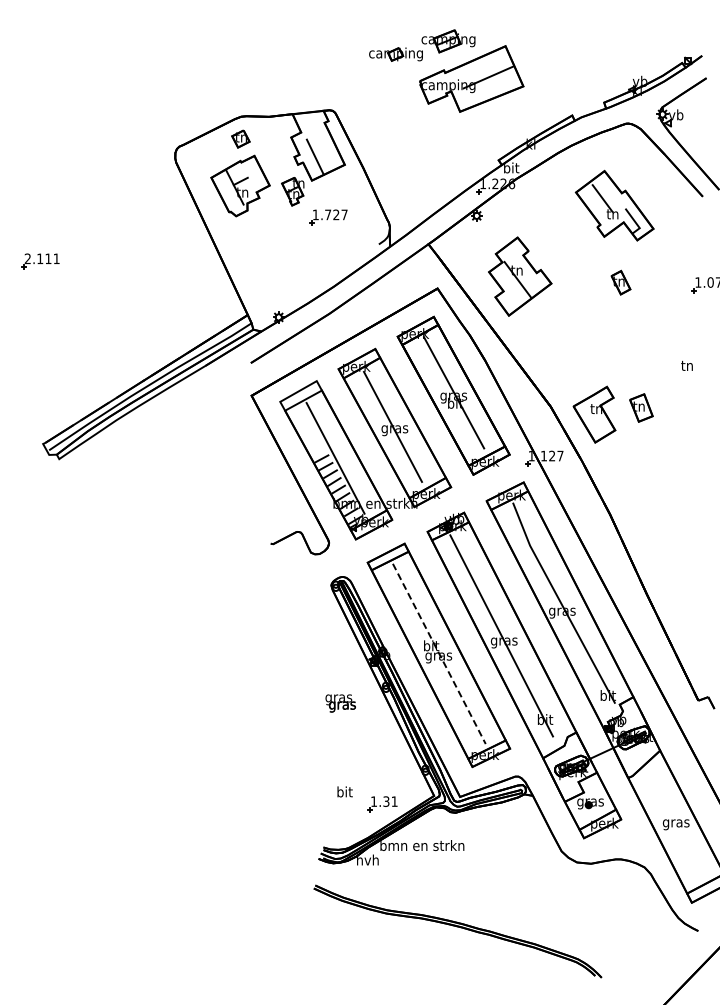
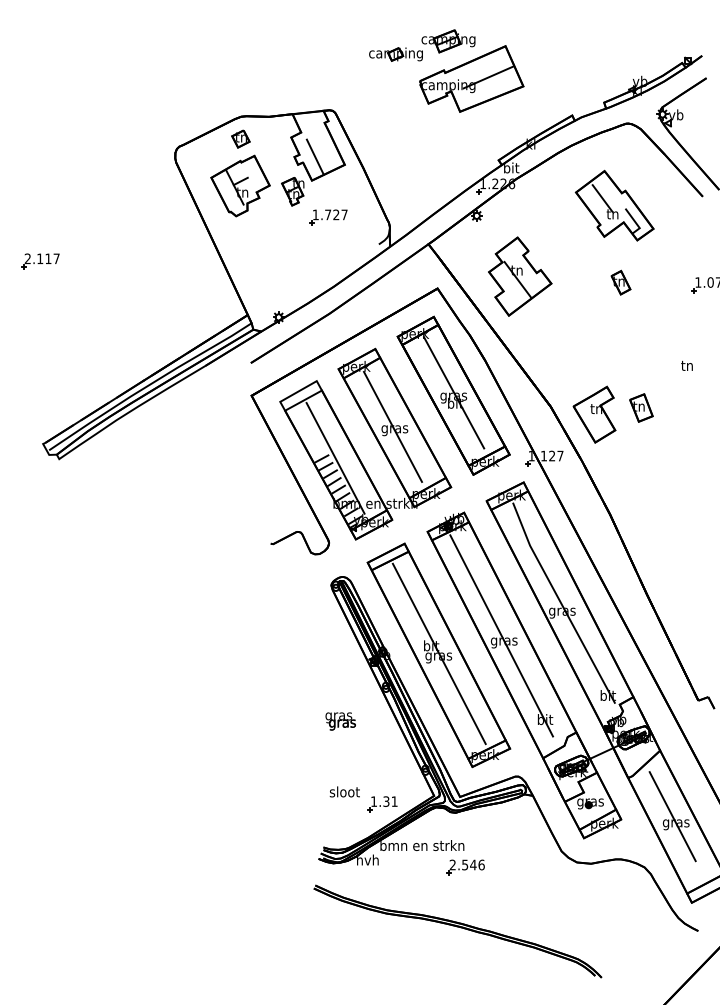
text at (56, 258): 2.111 -> 2.117
line at (439, 654): dashed -> solid
text at (340, 703) position: (340, 703) -> (340, 721)
text at (344, 791): bit -> sloot
line at (672, 816): none -> present
part at (465, 867): none -> present
